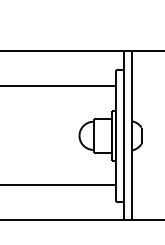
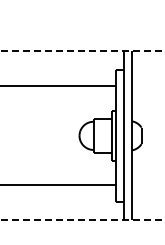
line at (82, 51): solid -> dashed
line at (82, 220): solid -> dashed
